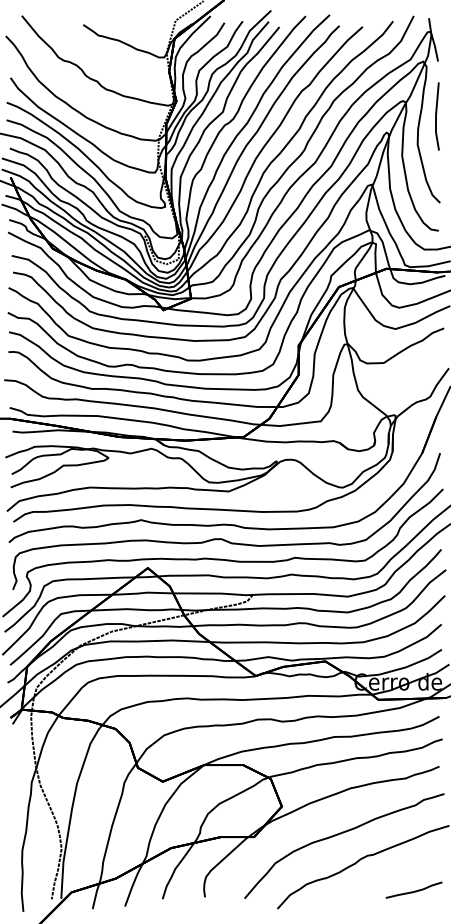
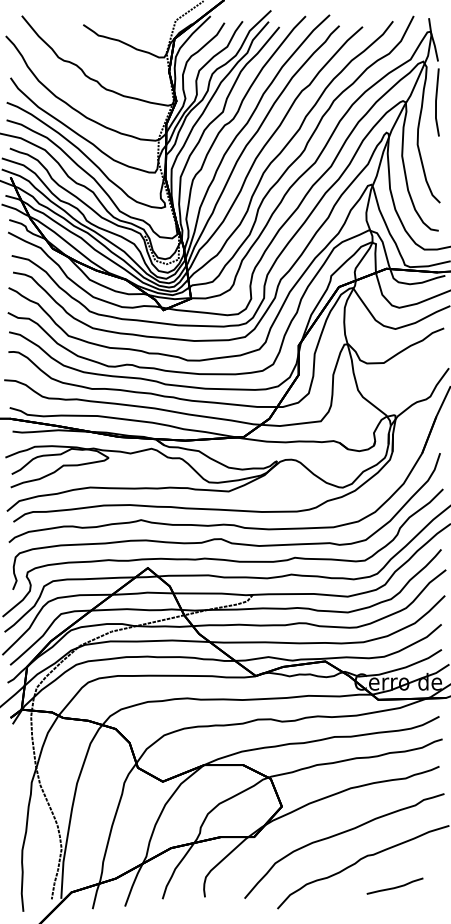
line at (436, 116) position: (436, 116) -> (436, 102)
curve at (414, 890) position: (414, 890) -> (395, 886)
